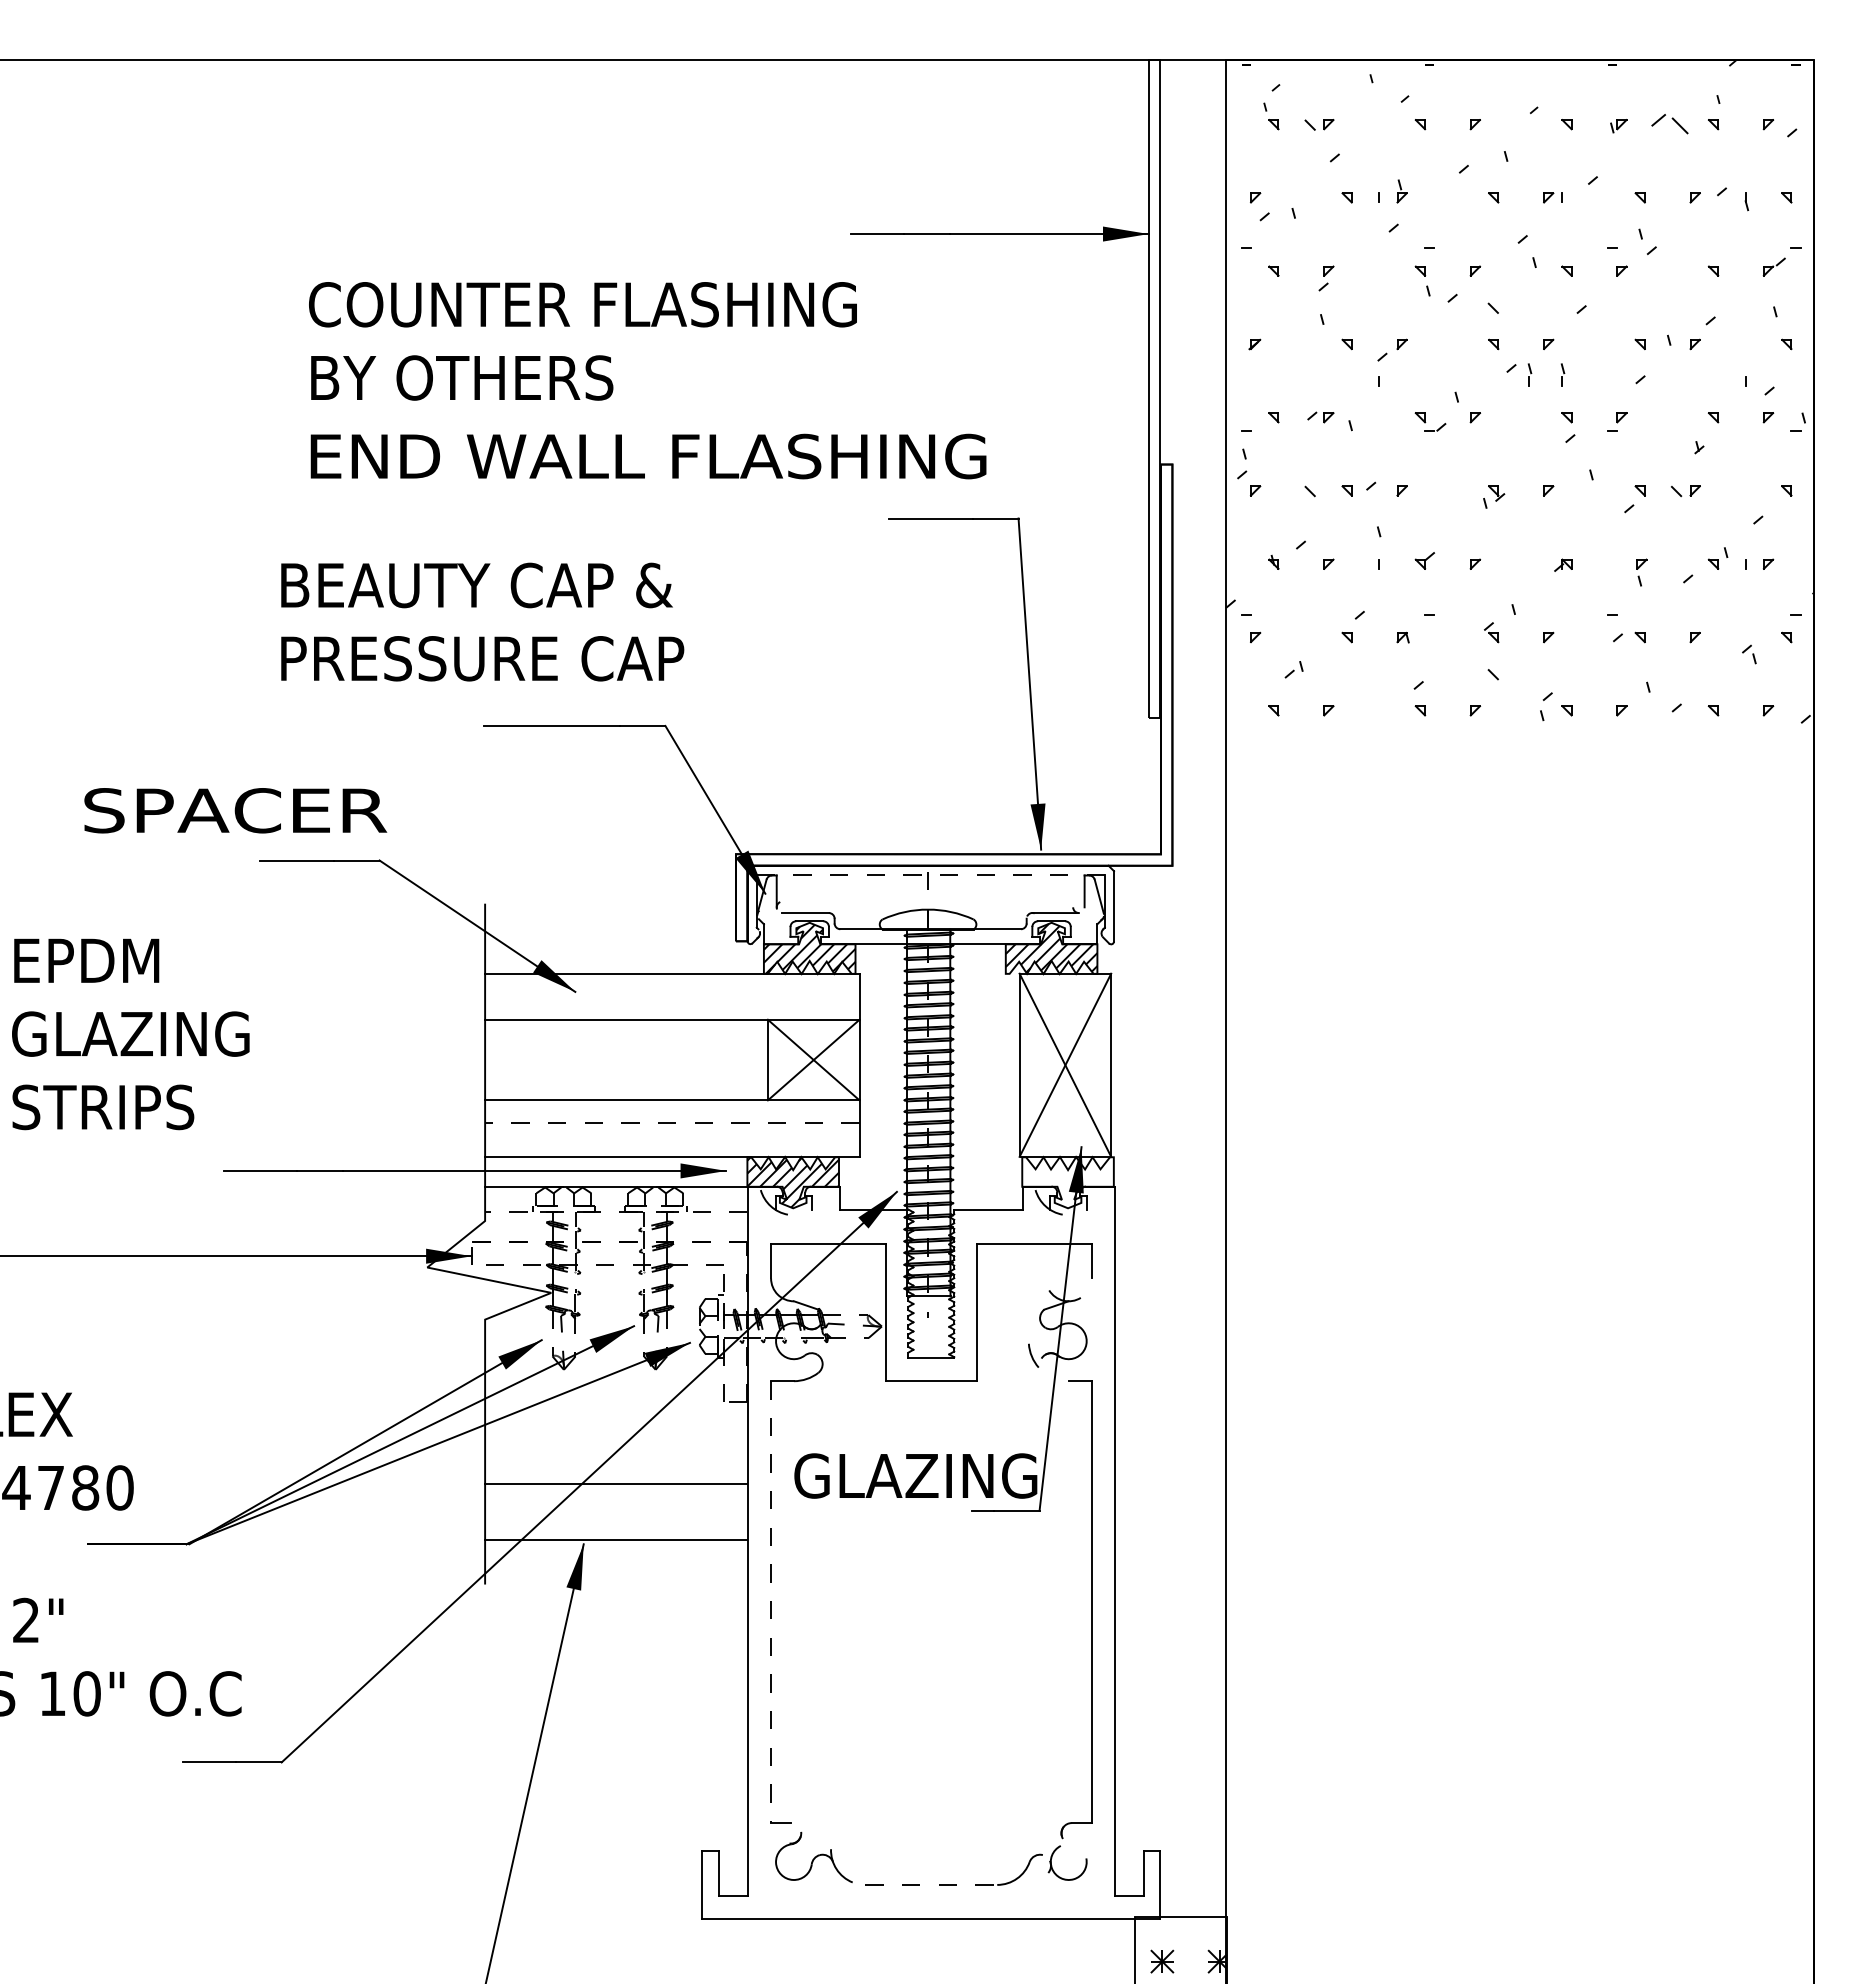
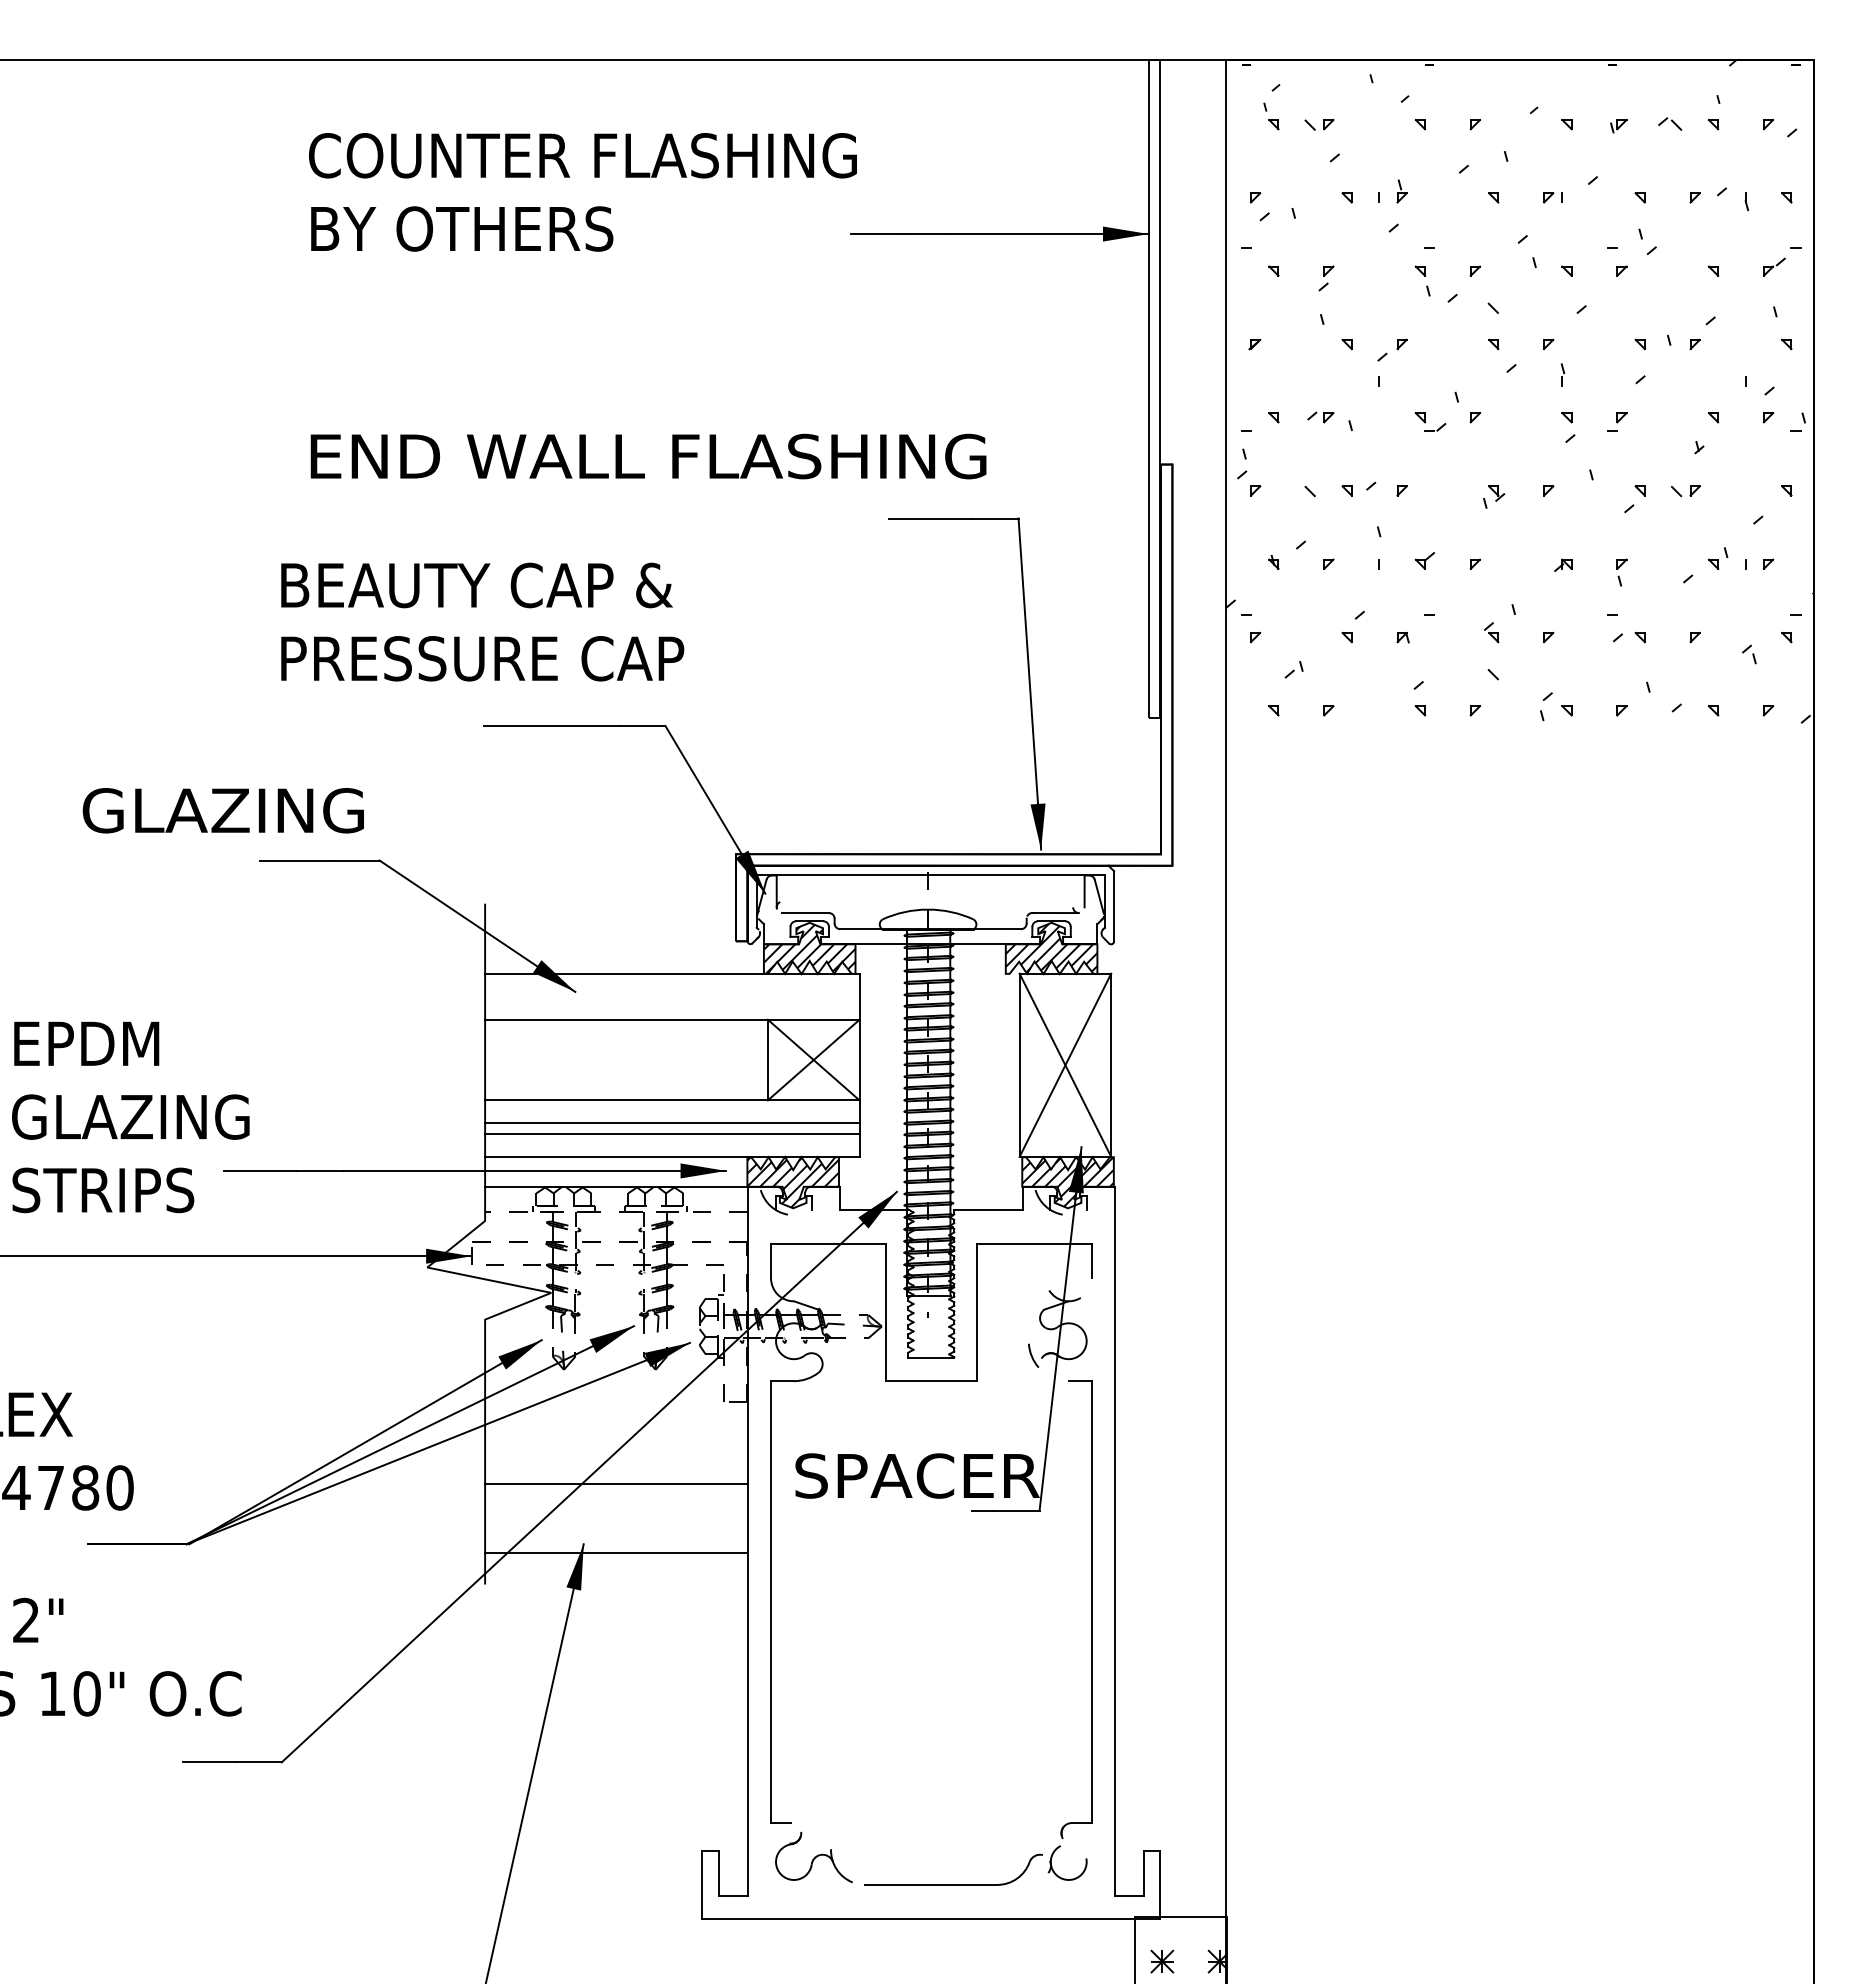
part at (1669, 124) size: 38x21 px -> 25x14 px
text at (582, 341) position: (582, 341) -> (582, 192)
part at (1529, 374): present -> none
part at (1641, 572) position: (1641, 572) -> (1621, 572)
text at (234, 810): SPACER -> GLAZING
line at (930, 874): dashed -> solid
text at (130, 1034) position: (130, 1034) -> (130, 1117)
line at (671, 1123): dashed -> solid
line at (672, 1134): none -> present
hatch at (1067, 1181): none -> present
text at (916, 1475): GLAZING -> SPACER
line at (616, 1540) position: (616, 1540) -> (616, 1553)
line at (771, 1602): dashed -> solid
line at (931, 1884): dashed -> solid
